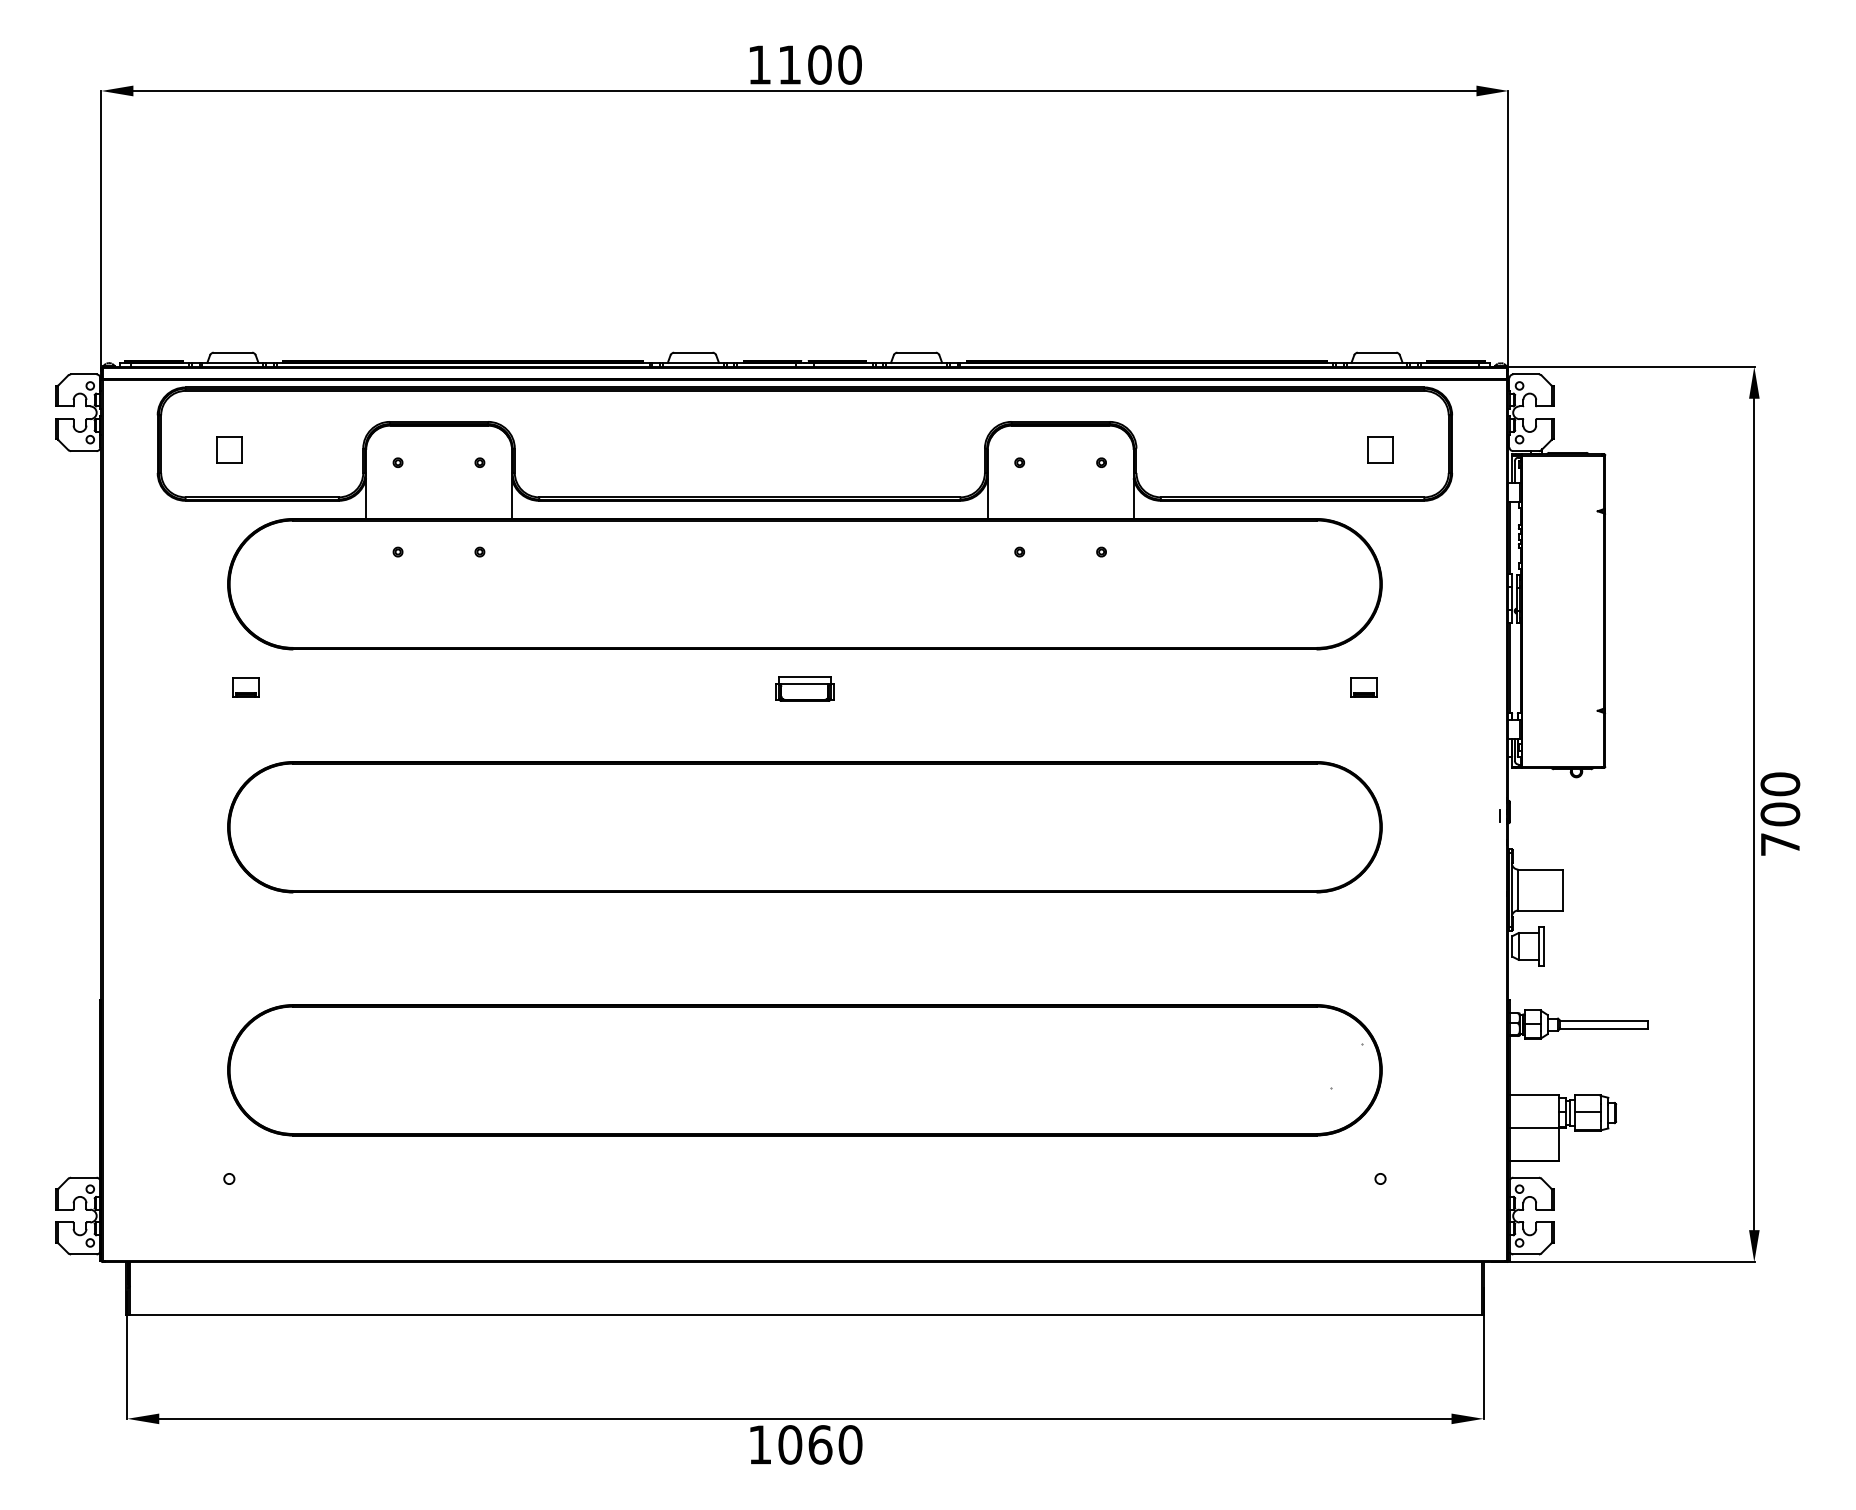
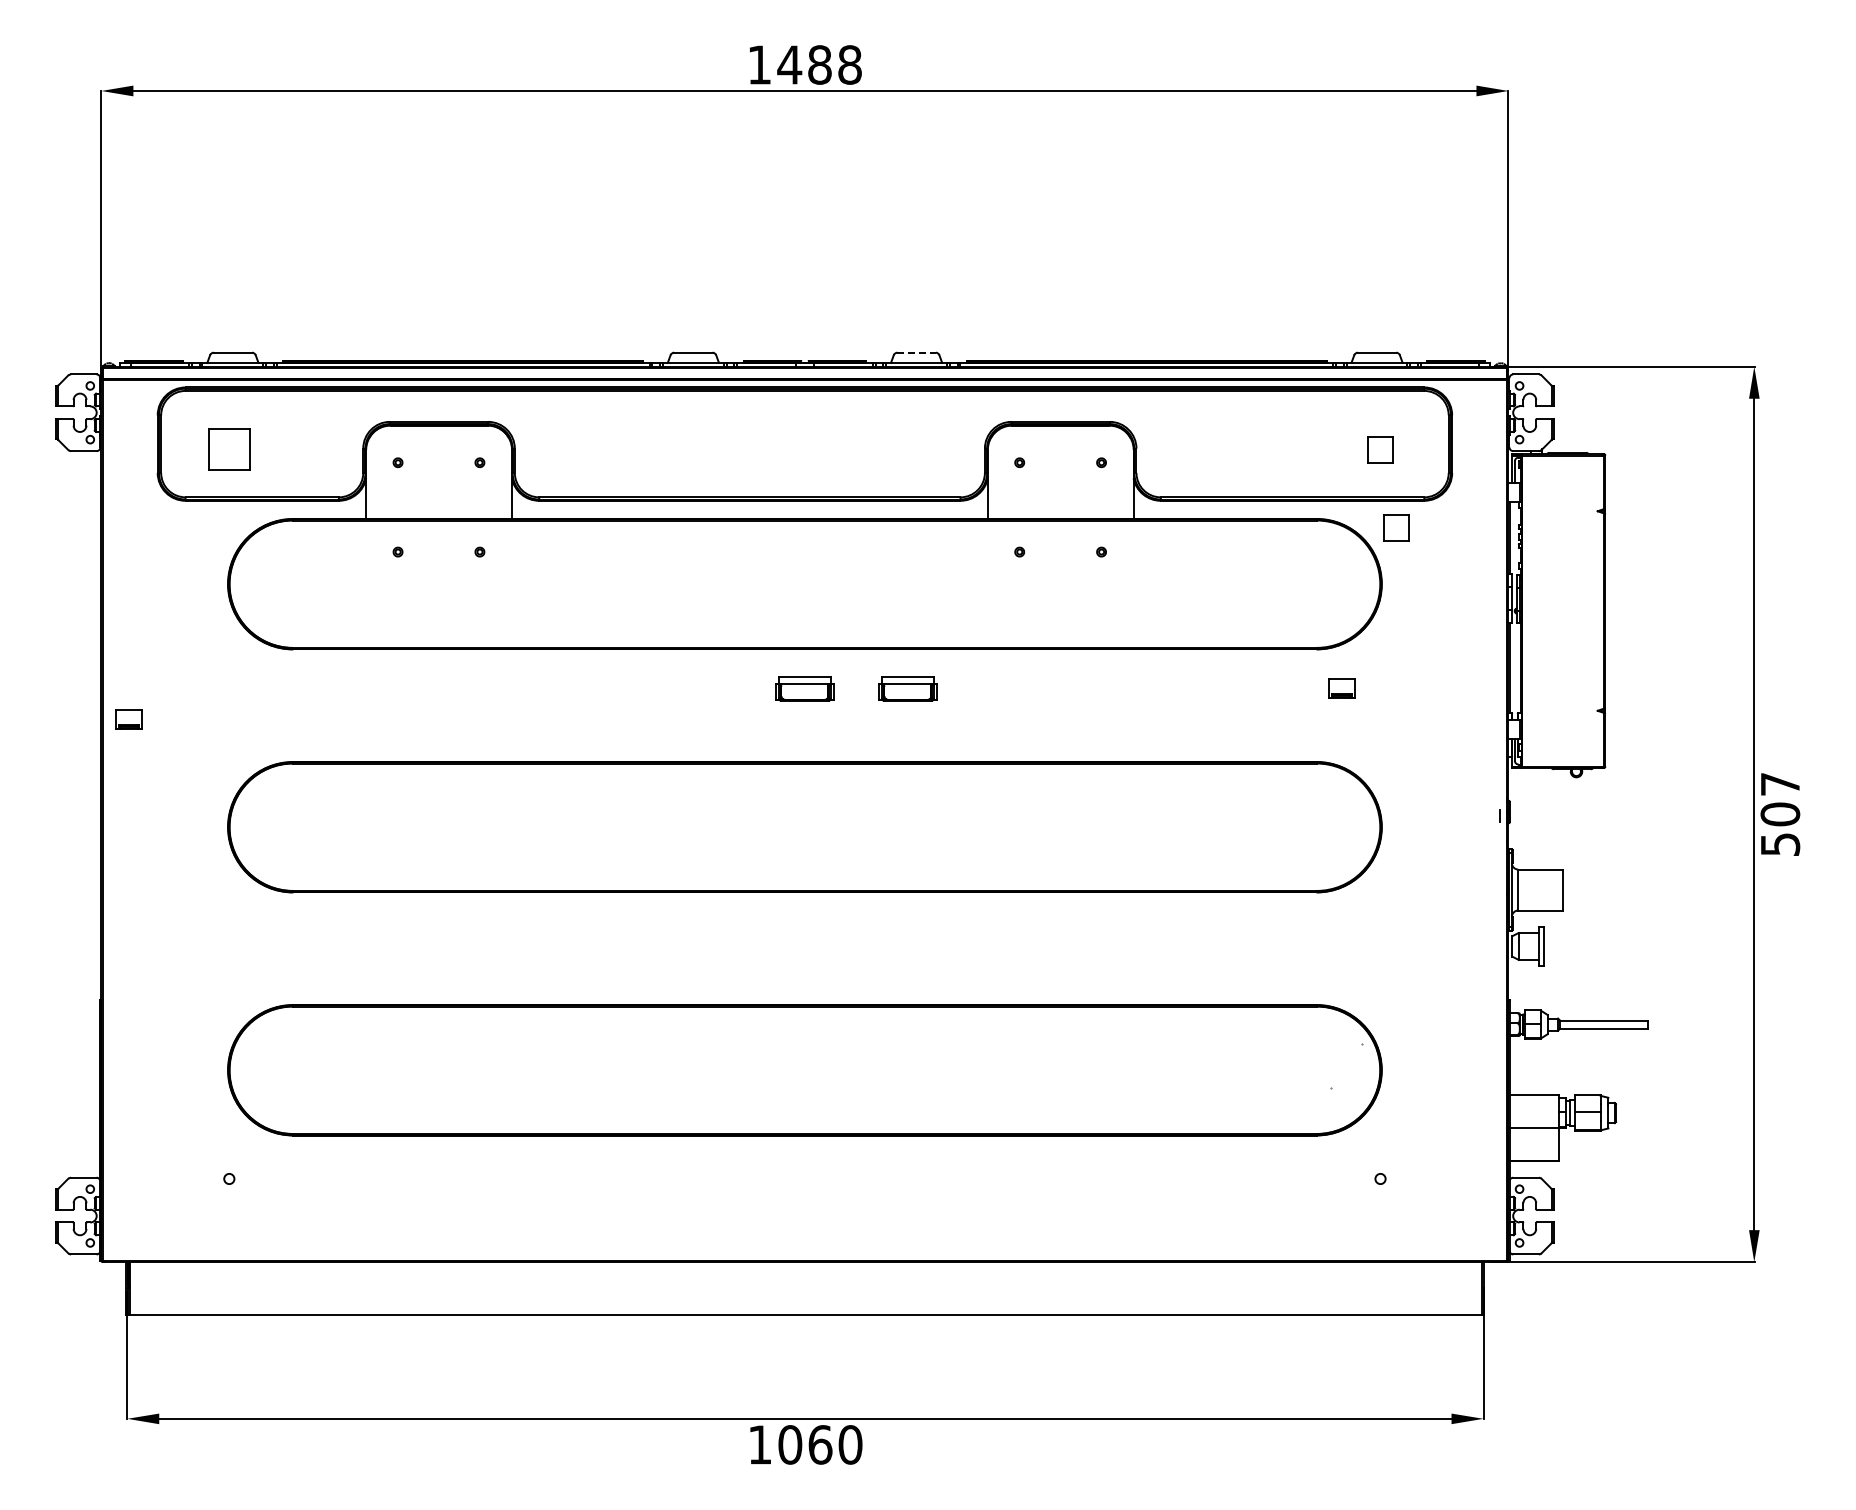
text at (819, 64): 1100 -> 1488
line at (917, 352): solid -> dashed
part at (229, 449) size: 27x28 px -> 43x43 px
part at (1396, 527): none -> present
part at (245, 687) position: (245, 687) -> (128, 719)
part at (1363, 687) position: (1363, 687) -> (1341, 688)
part at (907, 688): none -> present
text at (1780, 813): 700 -> 507
